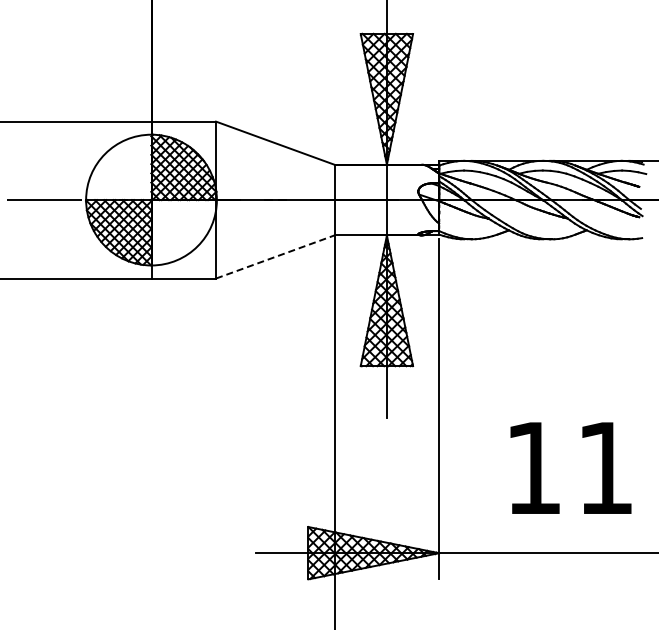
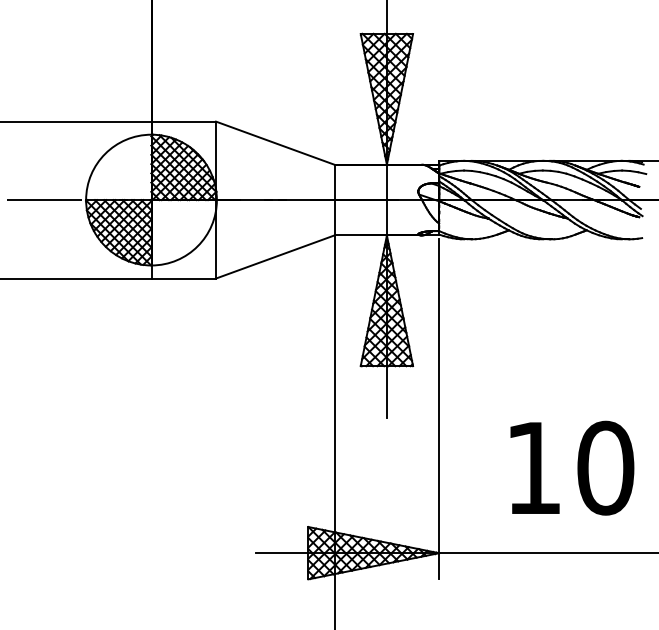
line at (275, 256): dashed -> solid
text at (605, 467): 11 -> 10
